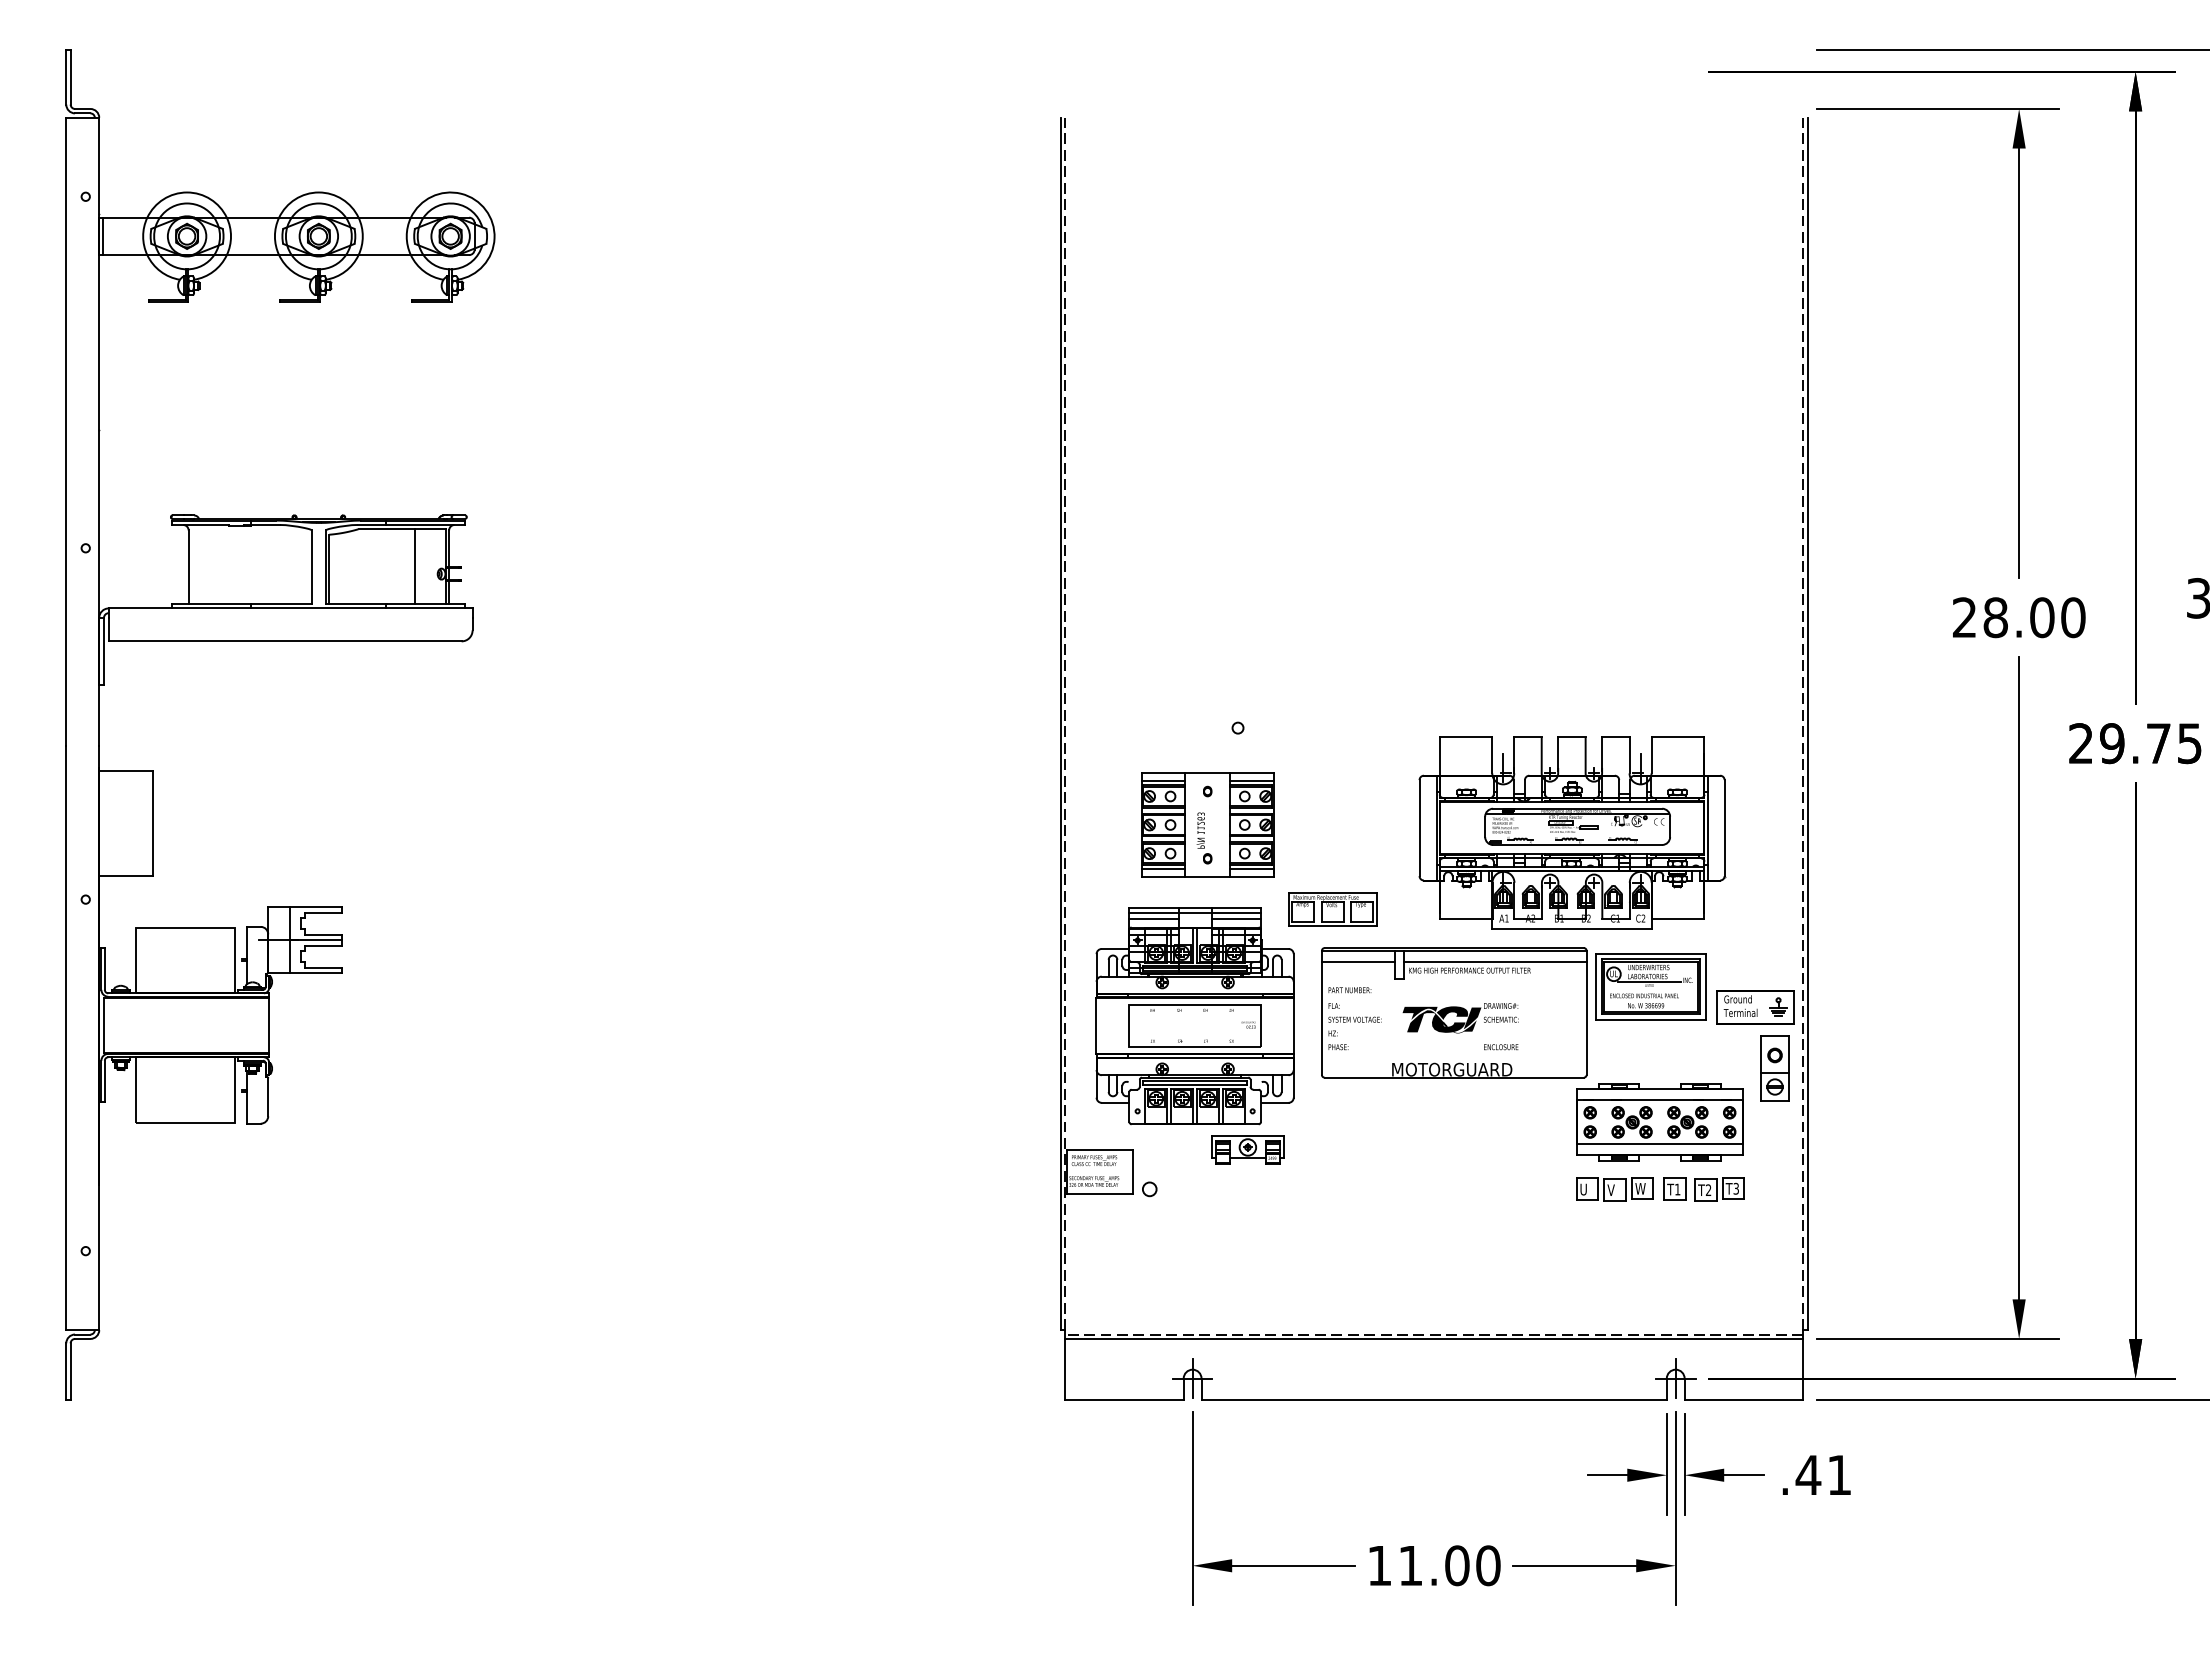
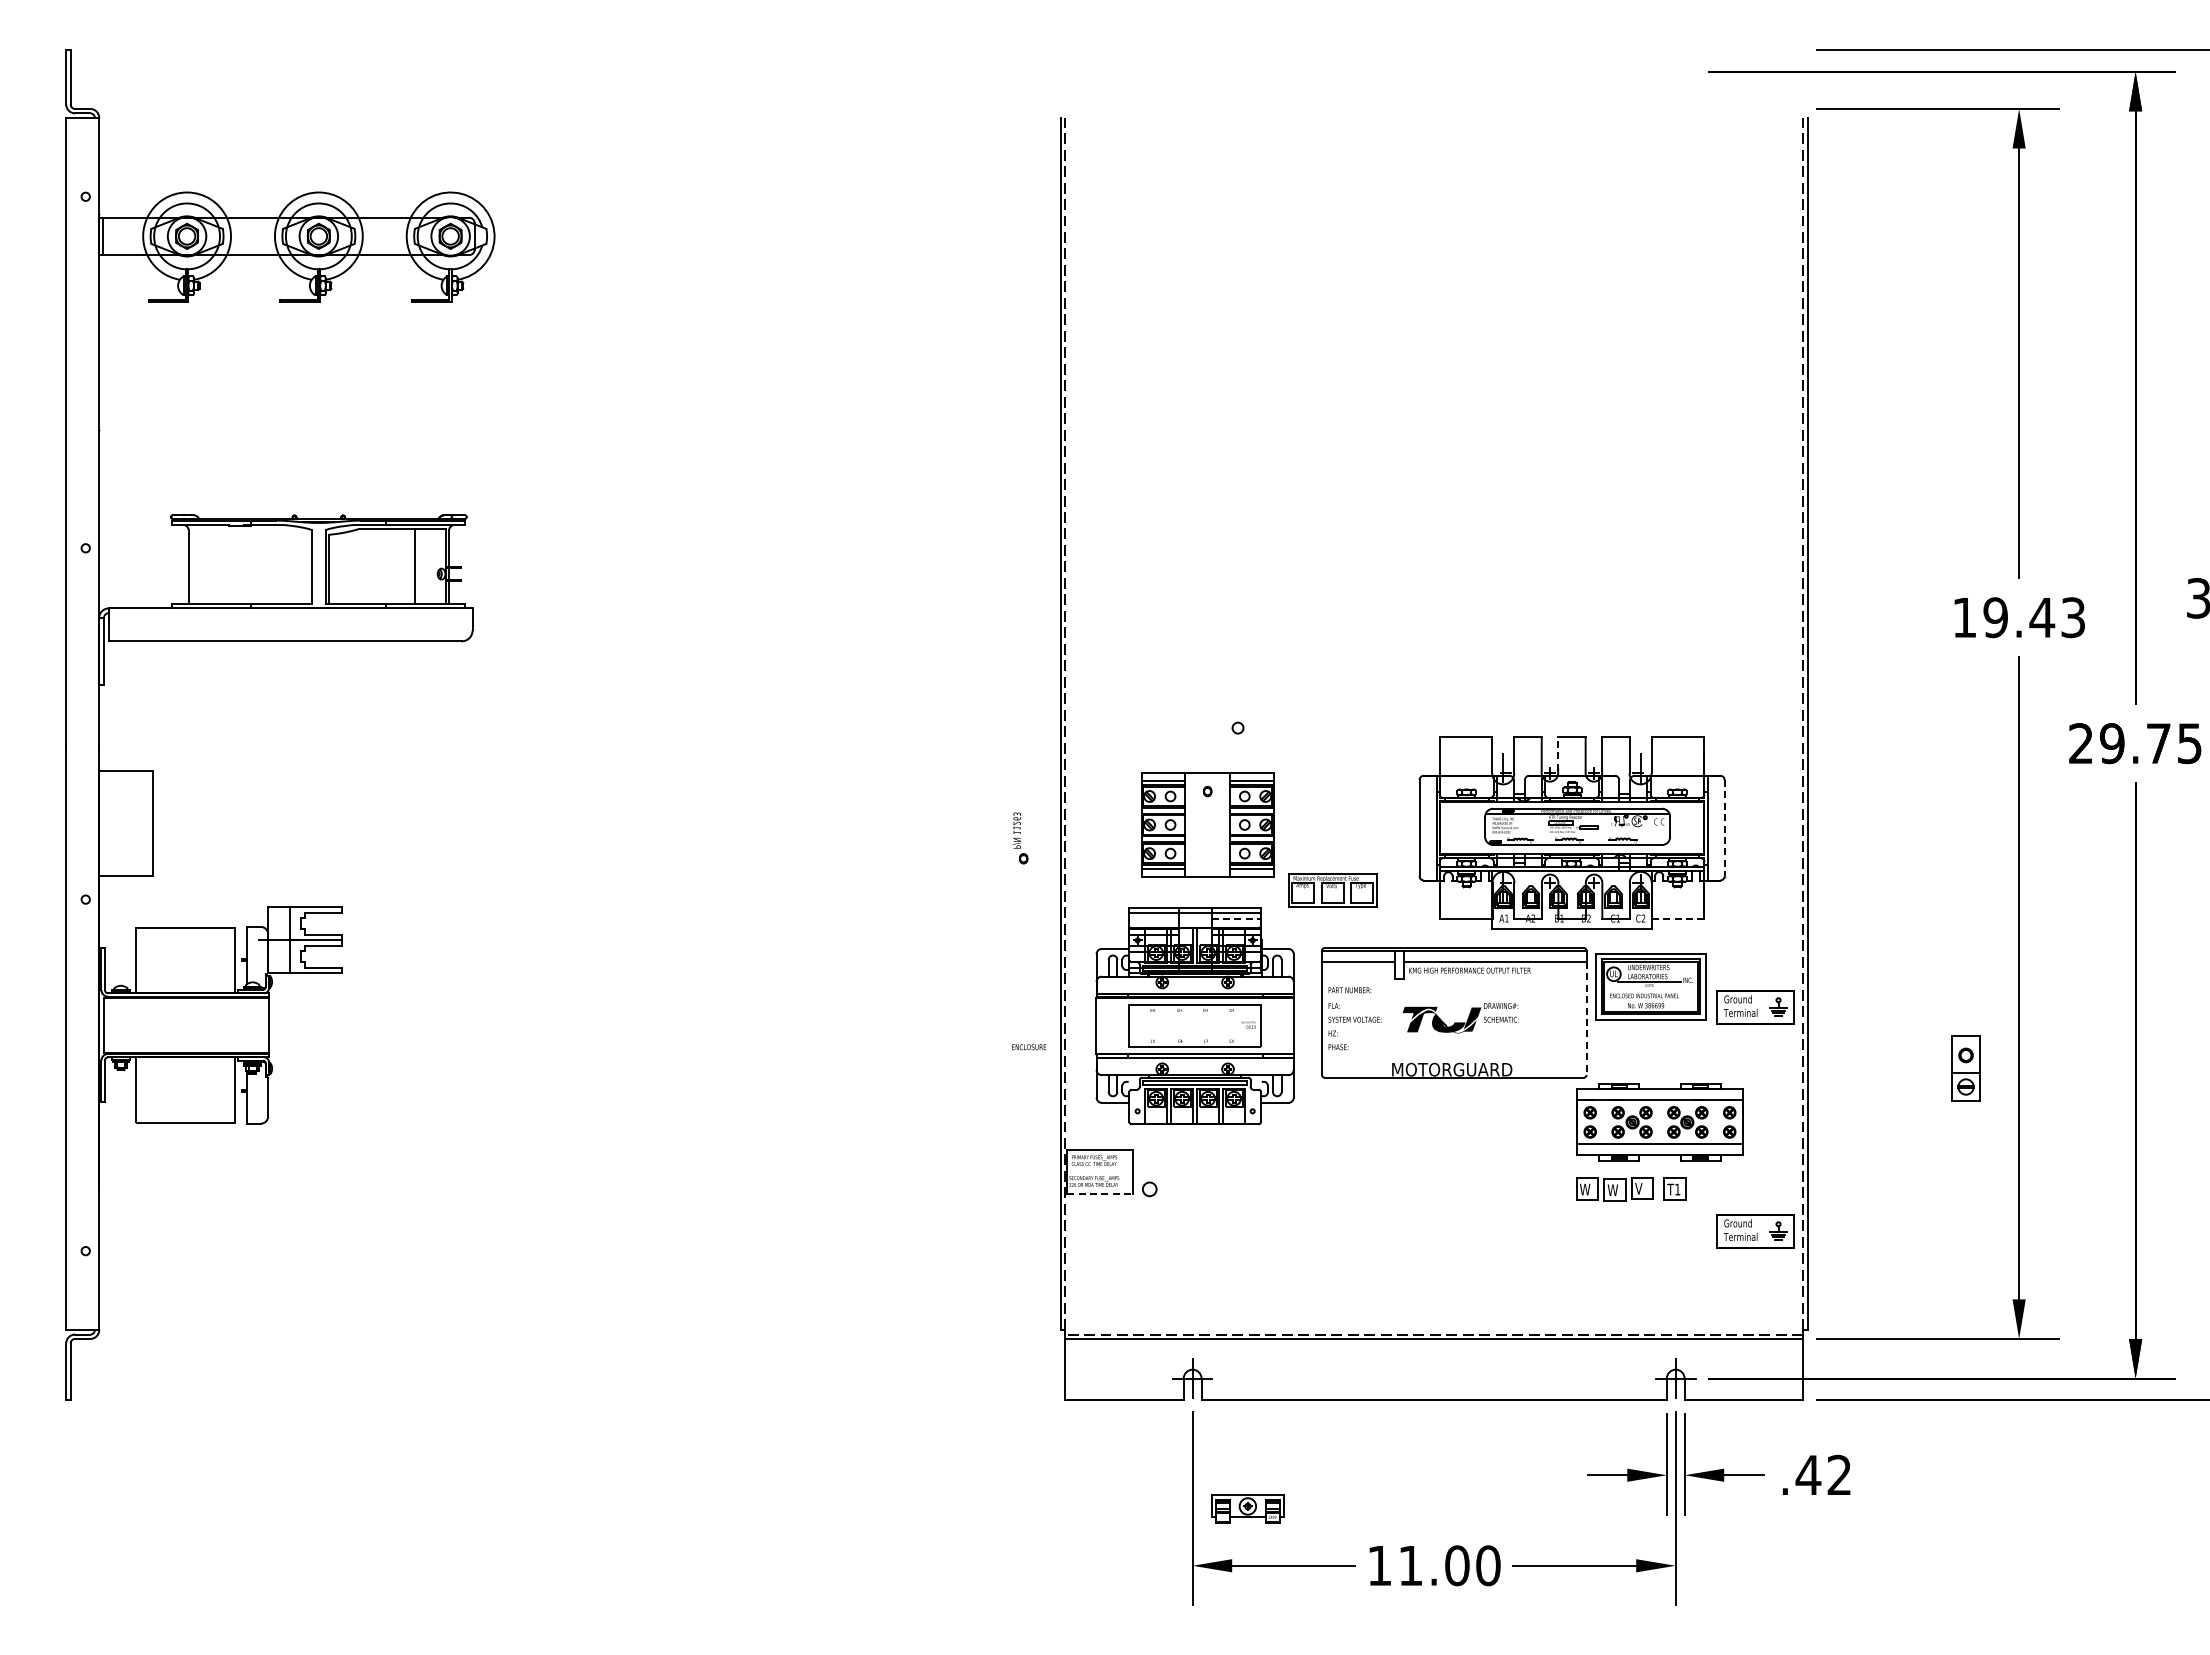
text at (2019, 617): 28.00 -> 19.43
line at (1558, 754): solid -> dashed
line at (1724, 828): solid -> dashed
part at (1204, 838) position: (1204, 838) -> (1020, 838)
part at (1332, 909) position: (1332, 909) -> (1332, 890)
line at (1153, 918): present -> none
line at (1236, 918): solid -> dashed
line at (1677, 918): solid -> dashed
fill at (1452, 1012): present -> none
line at (1586, 1019): solid -> dashed
text at (1501, 1047) position: (1501, 1047) -> (1029, 1047)
part at (1774, 1068) position: (1774, 1068) -> (1965, 1068)
part at (1247, 1149) position: (1247, 1149) -> (1247, 1508)
text at (1640, 1188): W -> V
text at (1585, 1189): U -> W
text at (1612, 1189): V -> W
part at (1719, 1189): present -> none
line at (1100, 1193): solid -> dashed
part at (1755, 1231): none -> present
text at (1838, 1474): .41 -> .42
